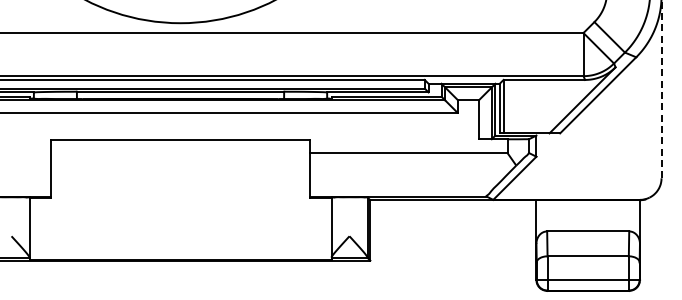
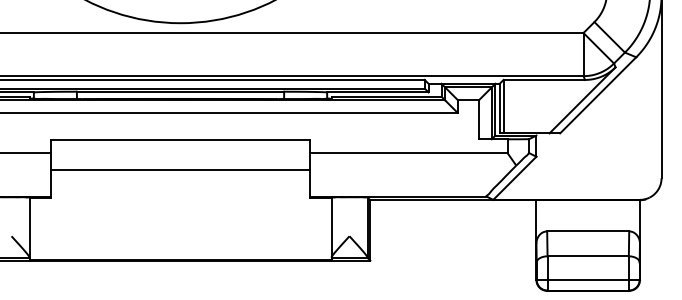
line at (661, 89): dashed -> solid
line at (26, 153): none -> present
line at (180, 170): none -> present
